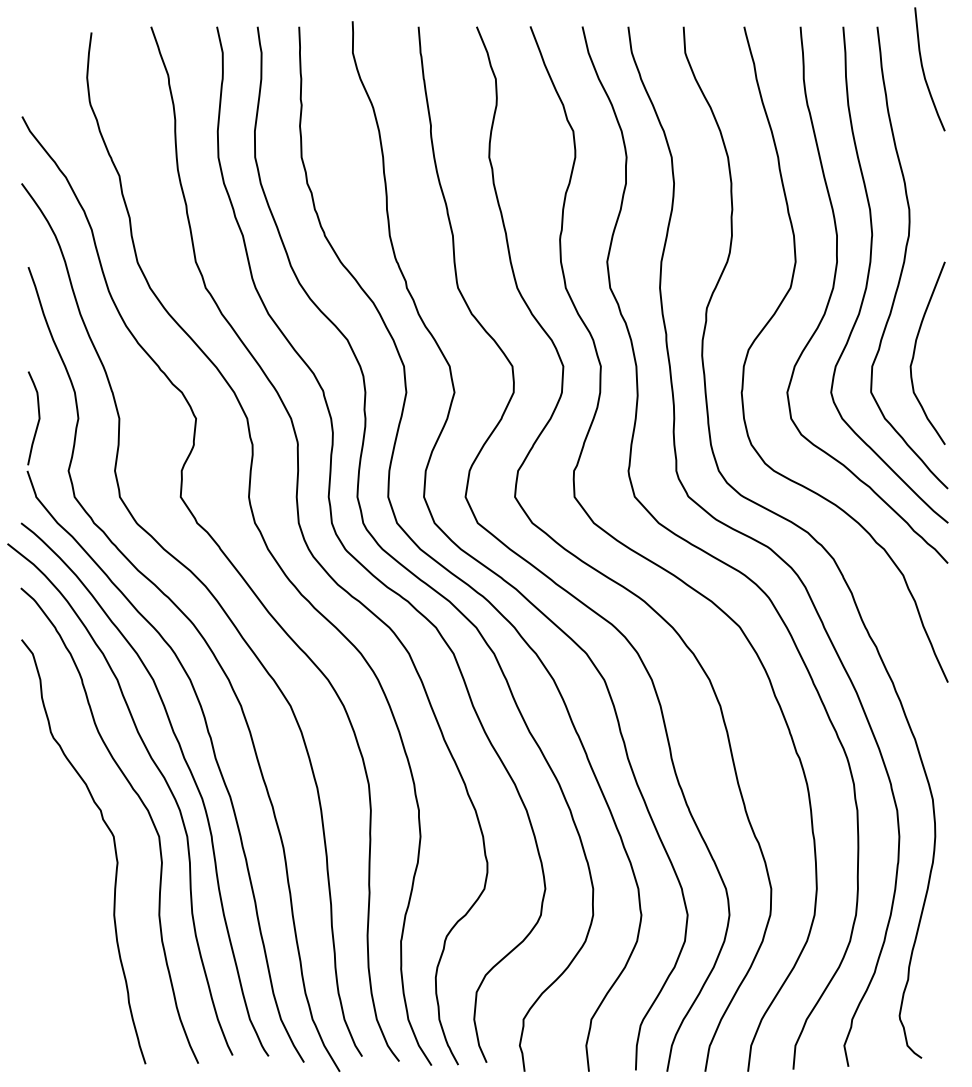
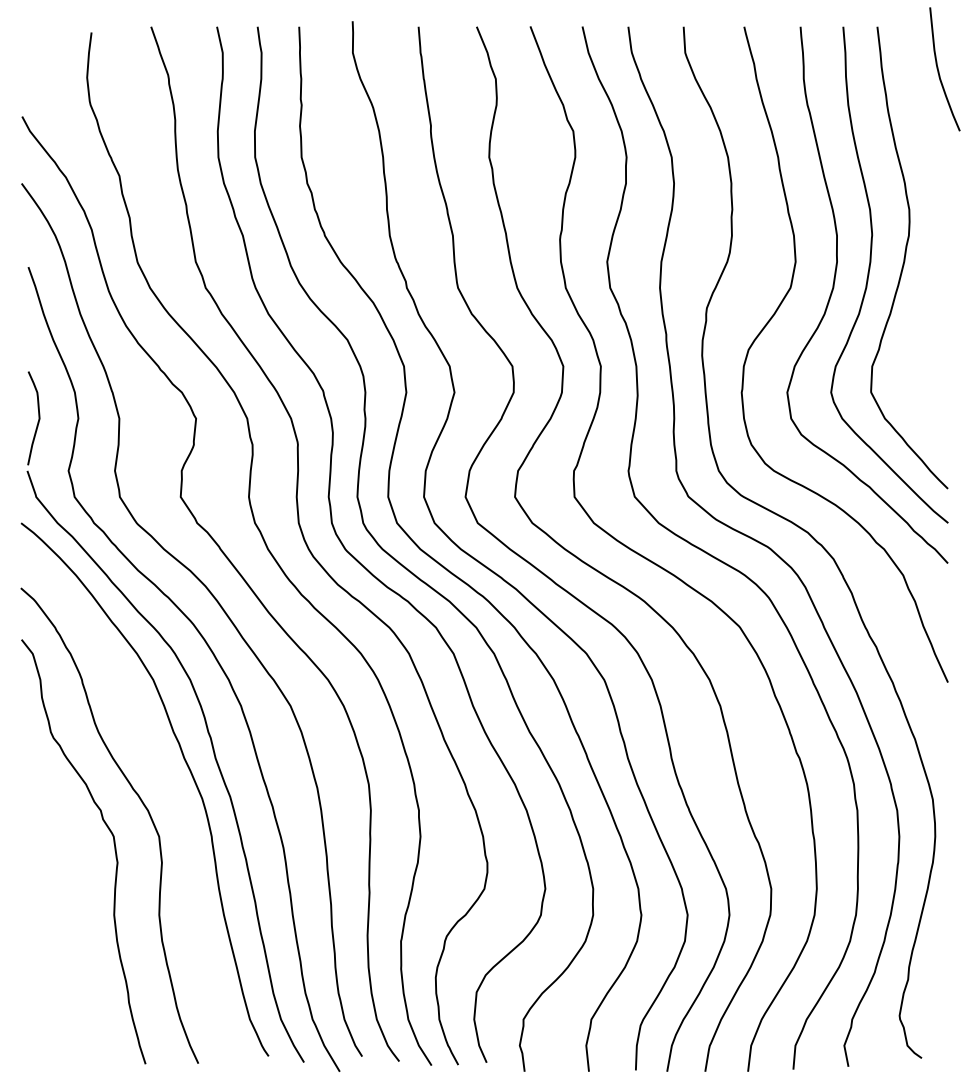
curve at (924, 71) position: (924, 71) -> (939, 71)
curve at (915, 351): present -> none
curve at (159, 772): present -> none
